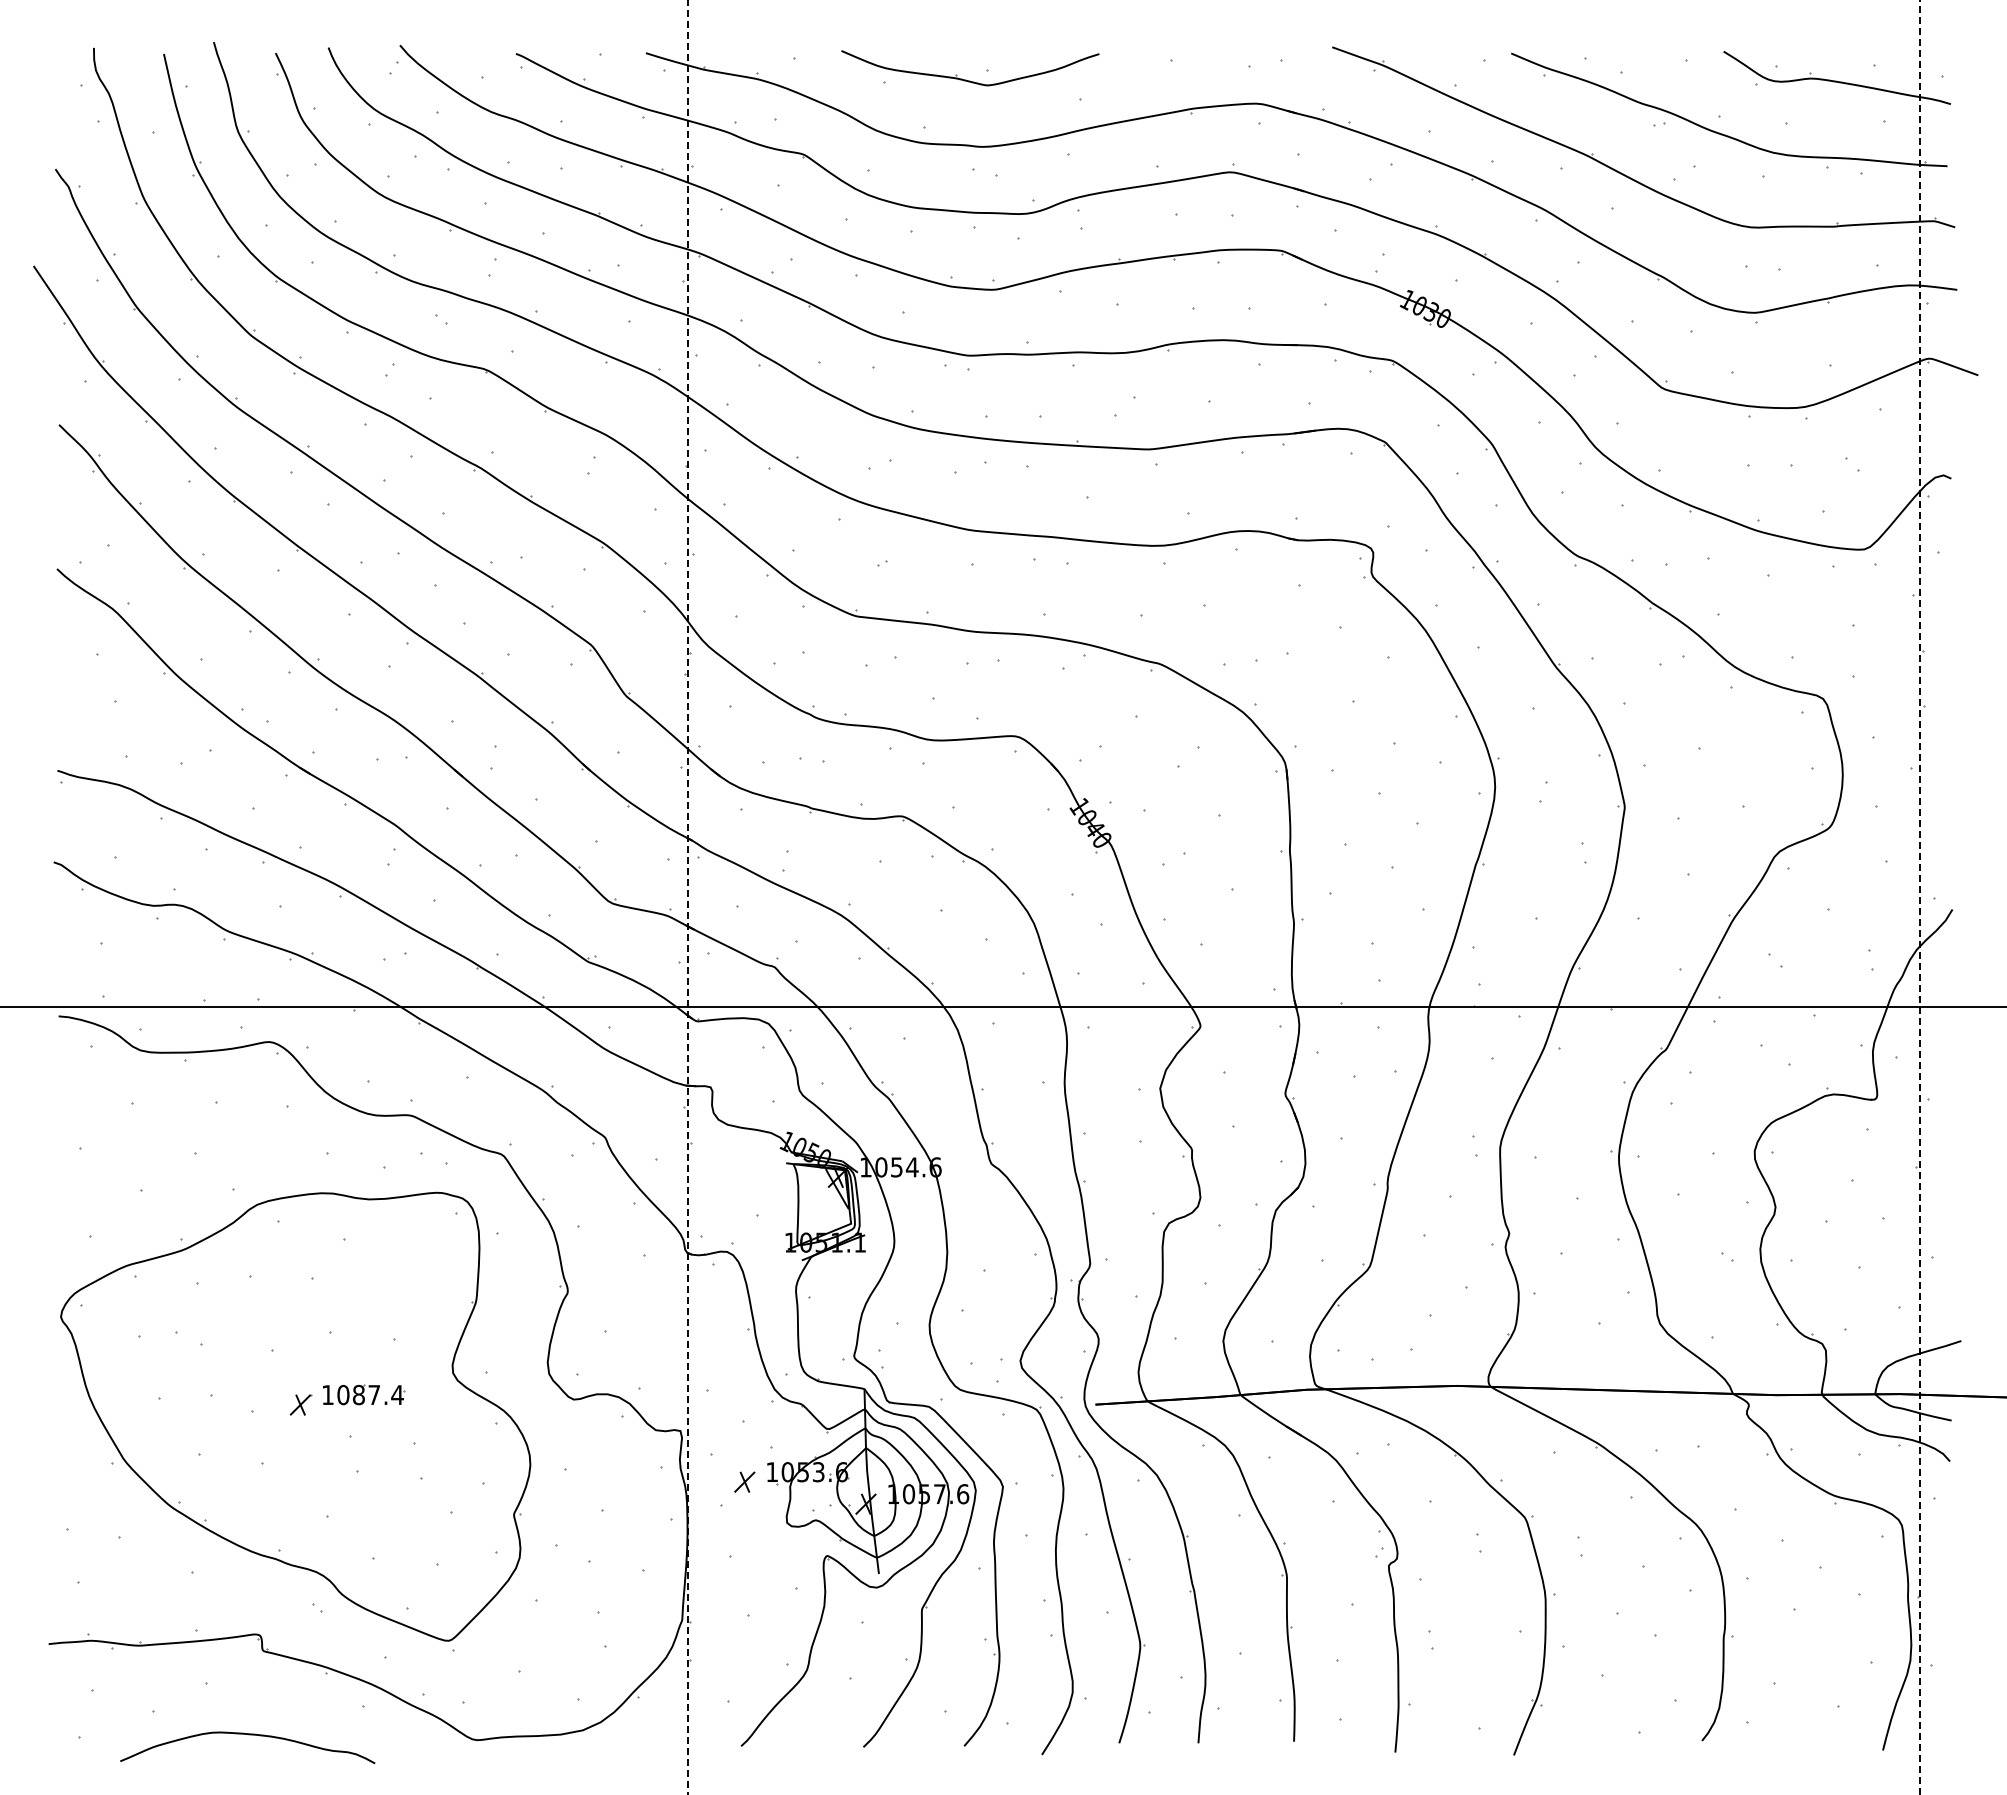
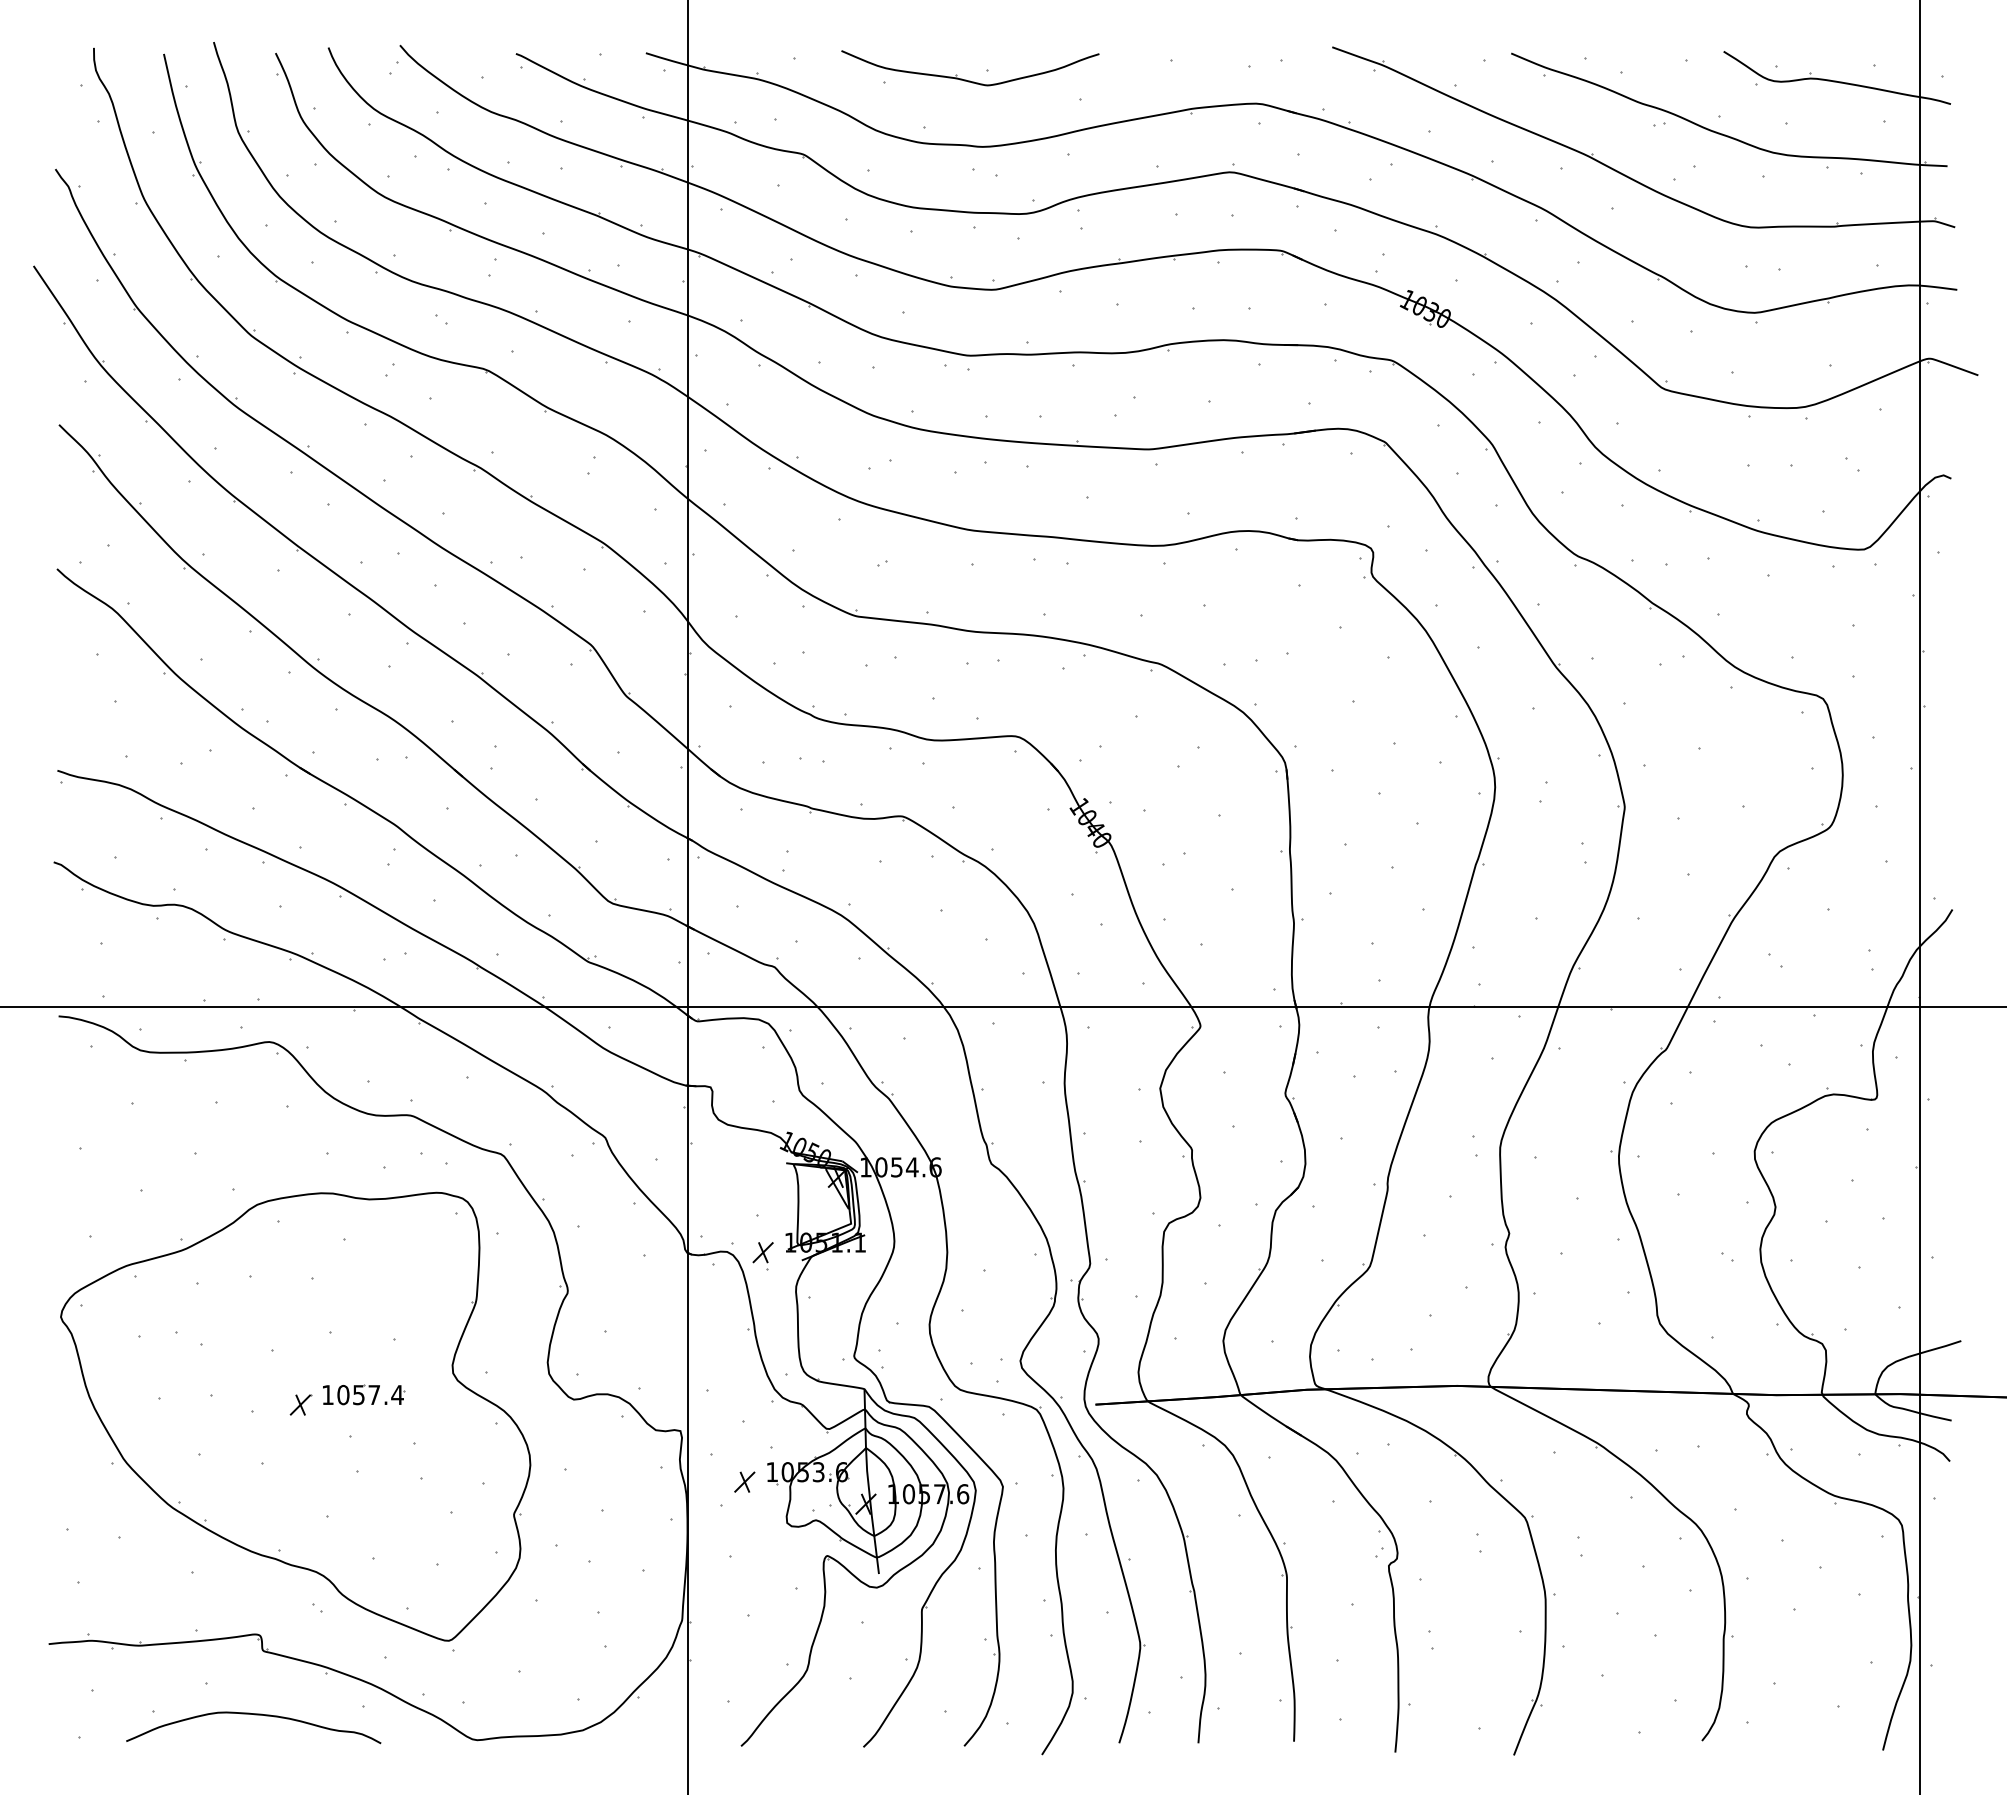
line at (688, 896): dashed -> solid
line at (1919, 897): dashed -> solid
part at (762, 1256): none -> present
text at (358, 1394): 1087.4 -> 1057.4
curve at (248, 1735) position: (248, 1735) -> (254, 1715)
